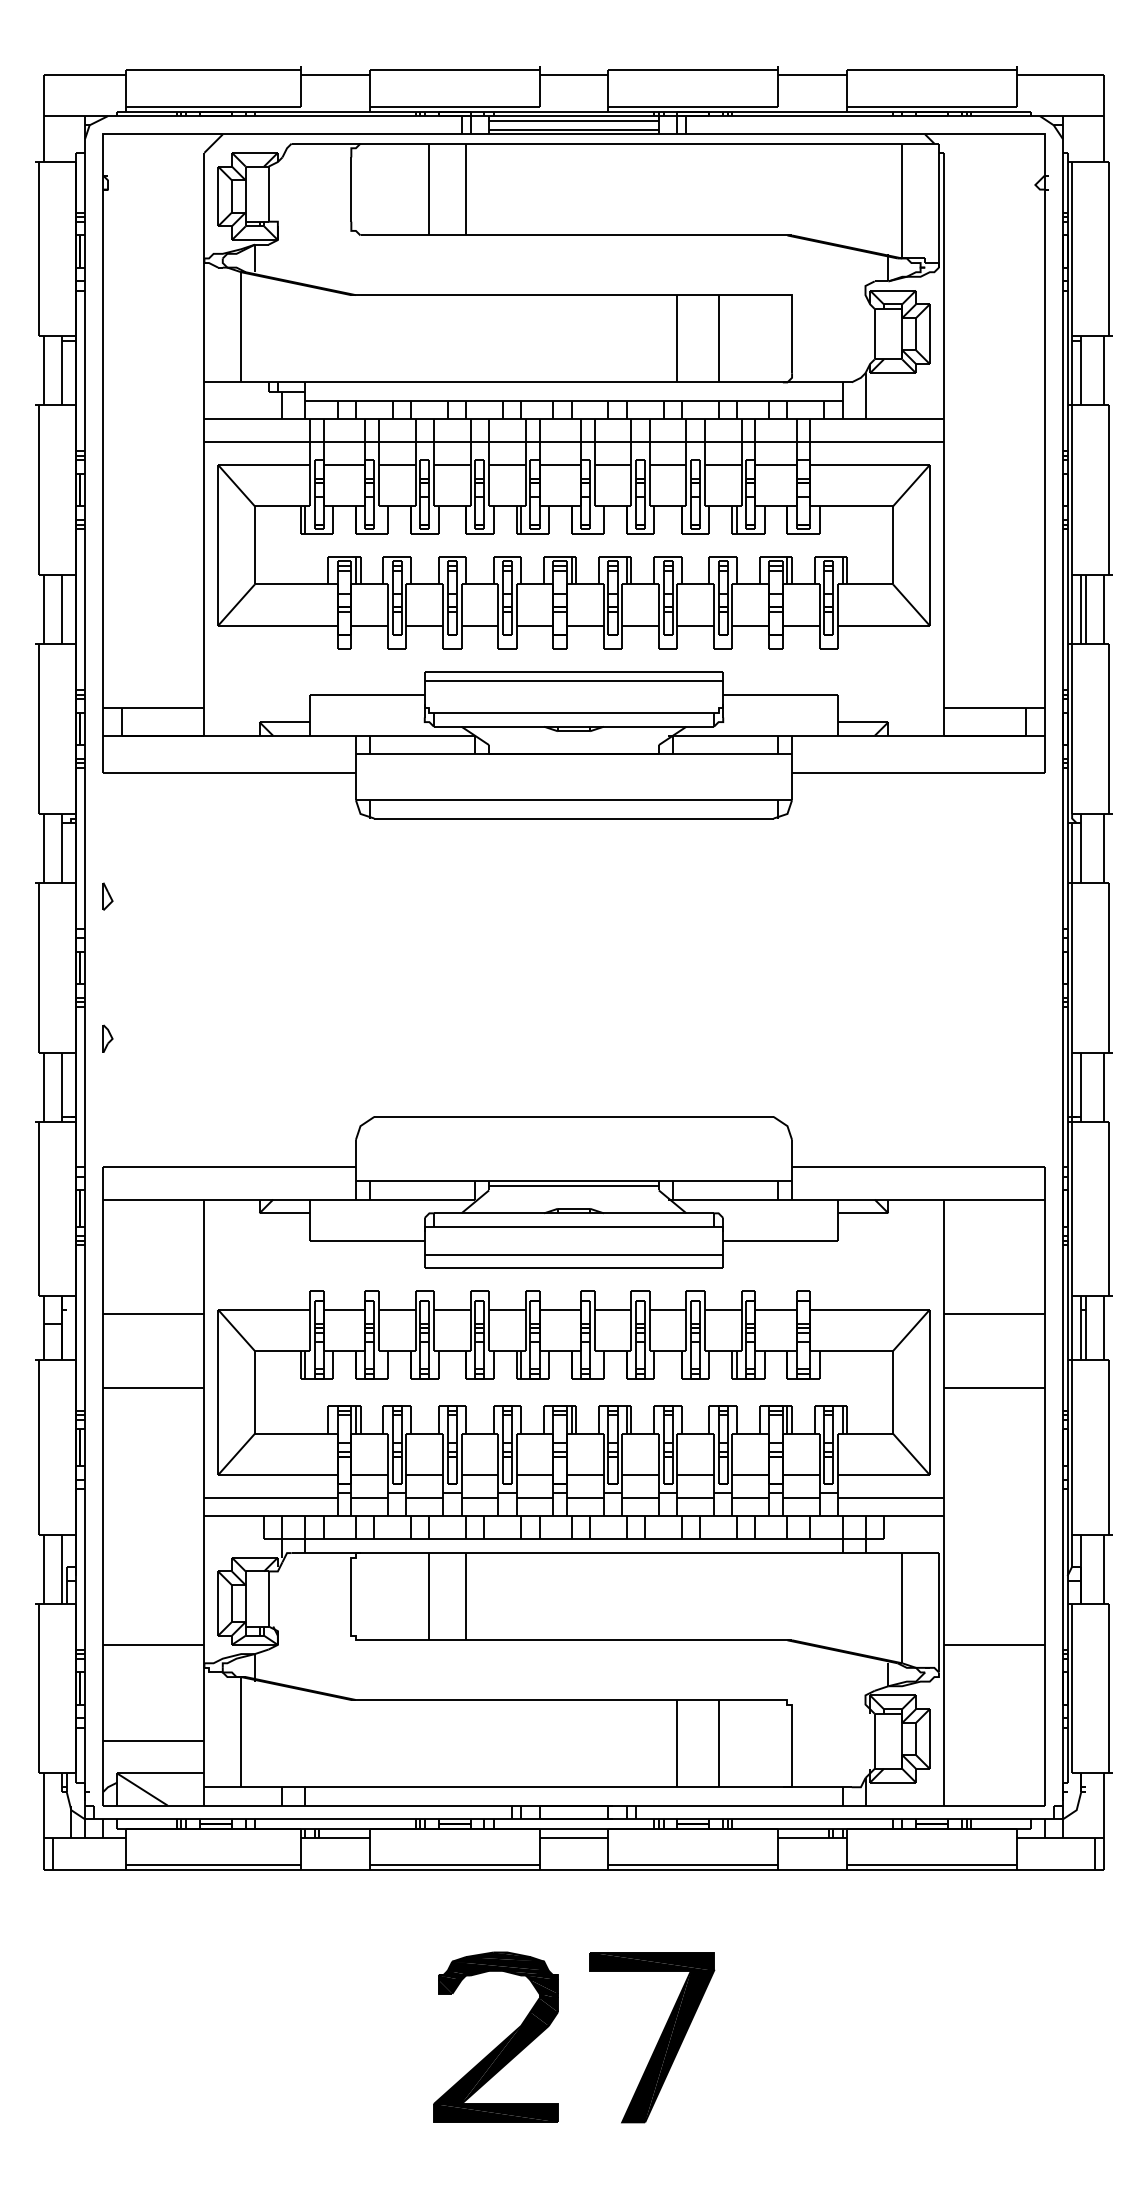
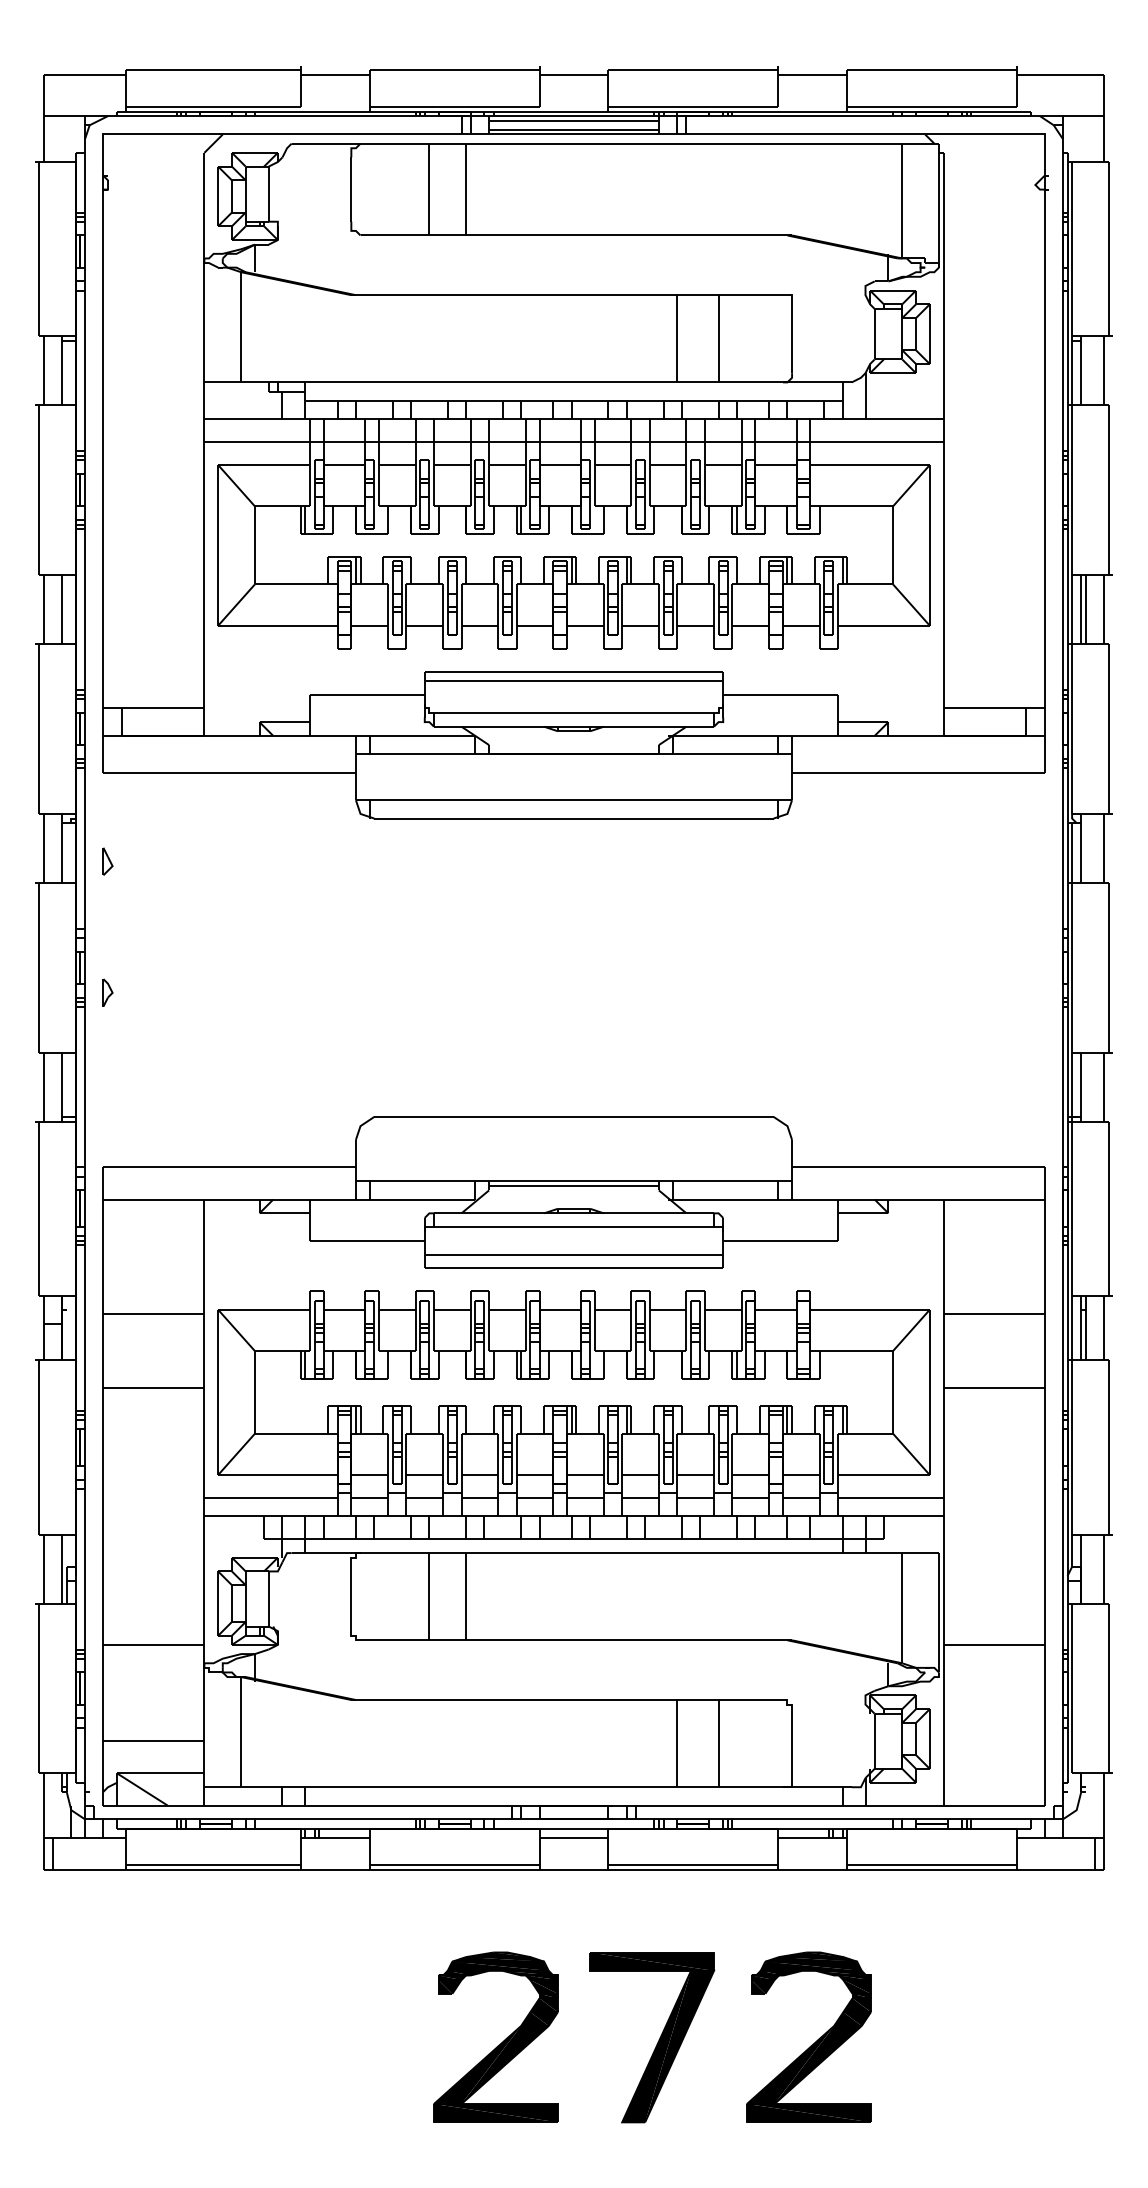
part at (107, 896) position: (107, 896) -> (107, 861)
part at (107, 1038) position: (107, 1038) -> (107, 992)
part at (814, 2042): none -> present
